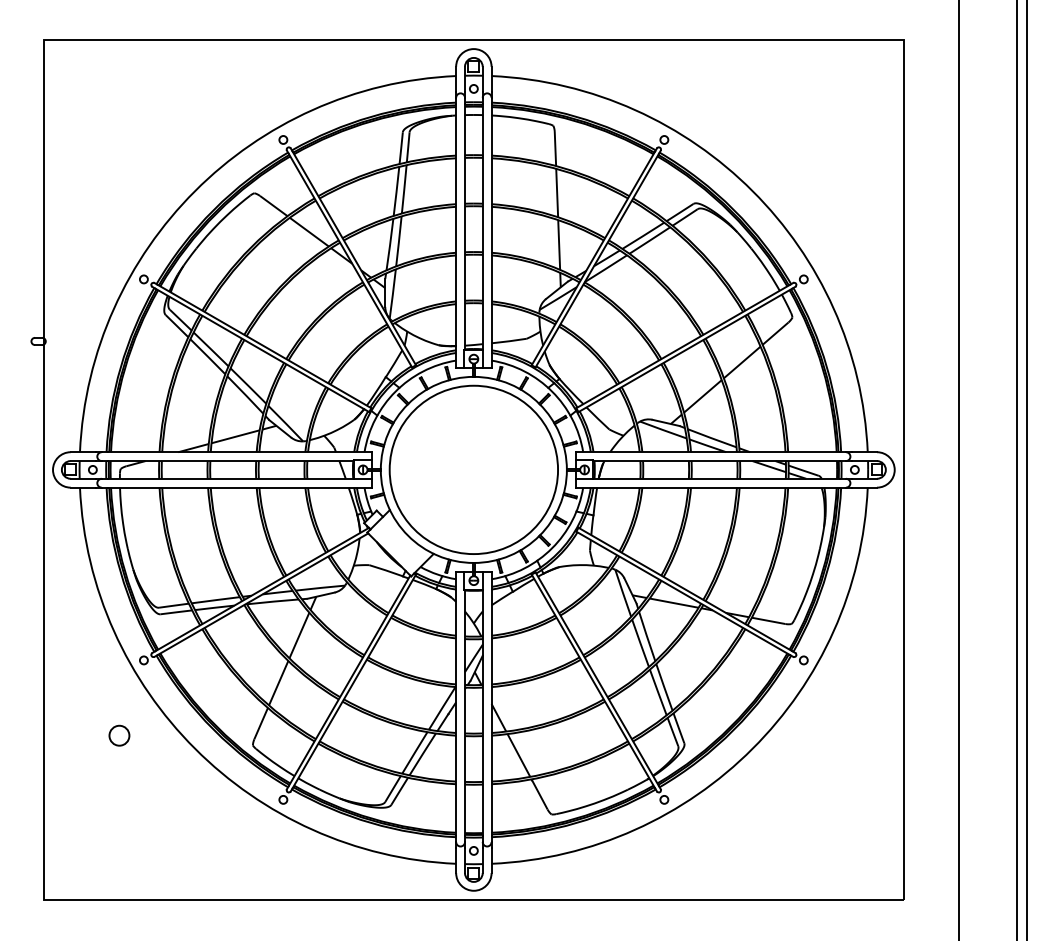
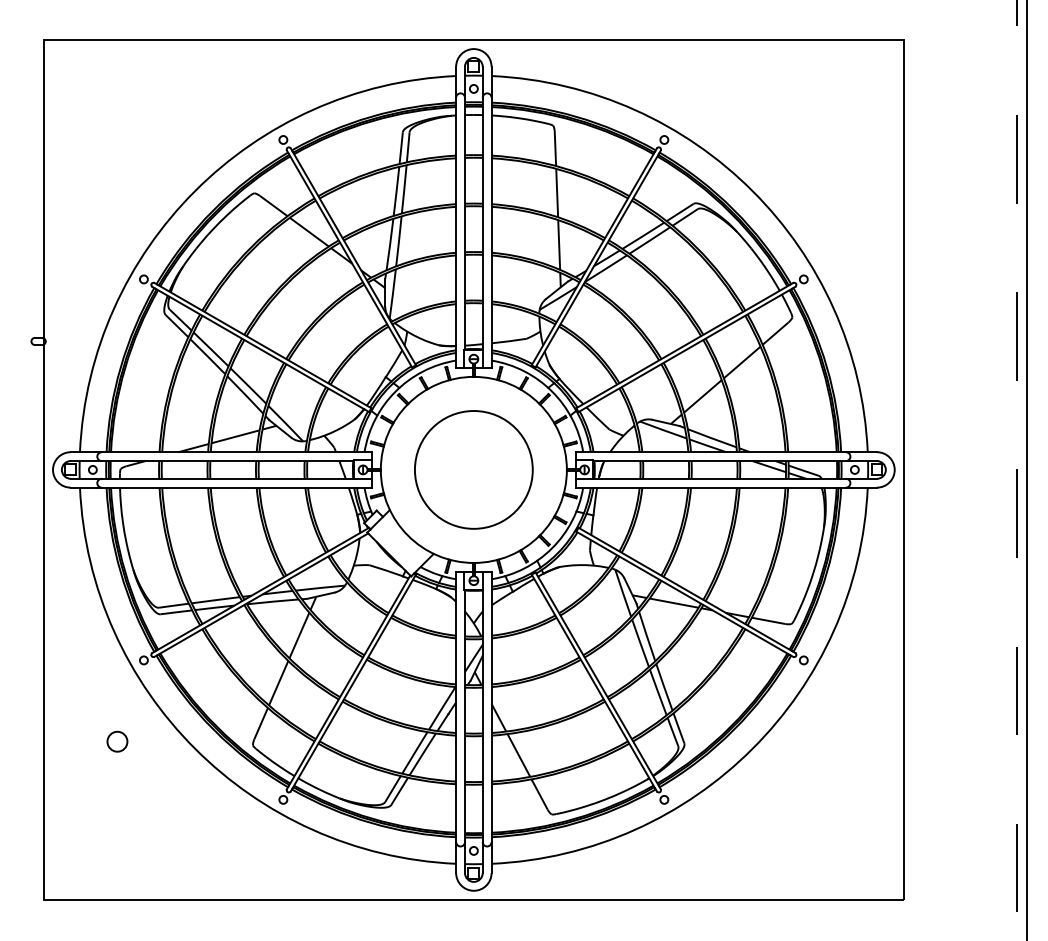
circle at (473, 469) diameter: 168 px -> 118 px
line at (959, 469): present -> none
line at (1016, 469): solid -> dashed
circle at (119, 735) position: (119, 735) -> (117, 741)
